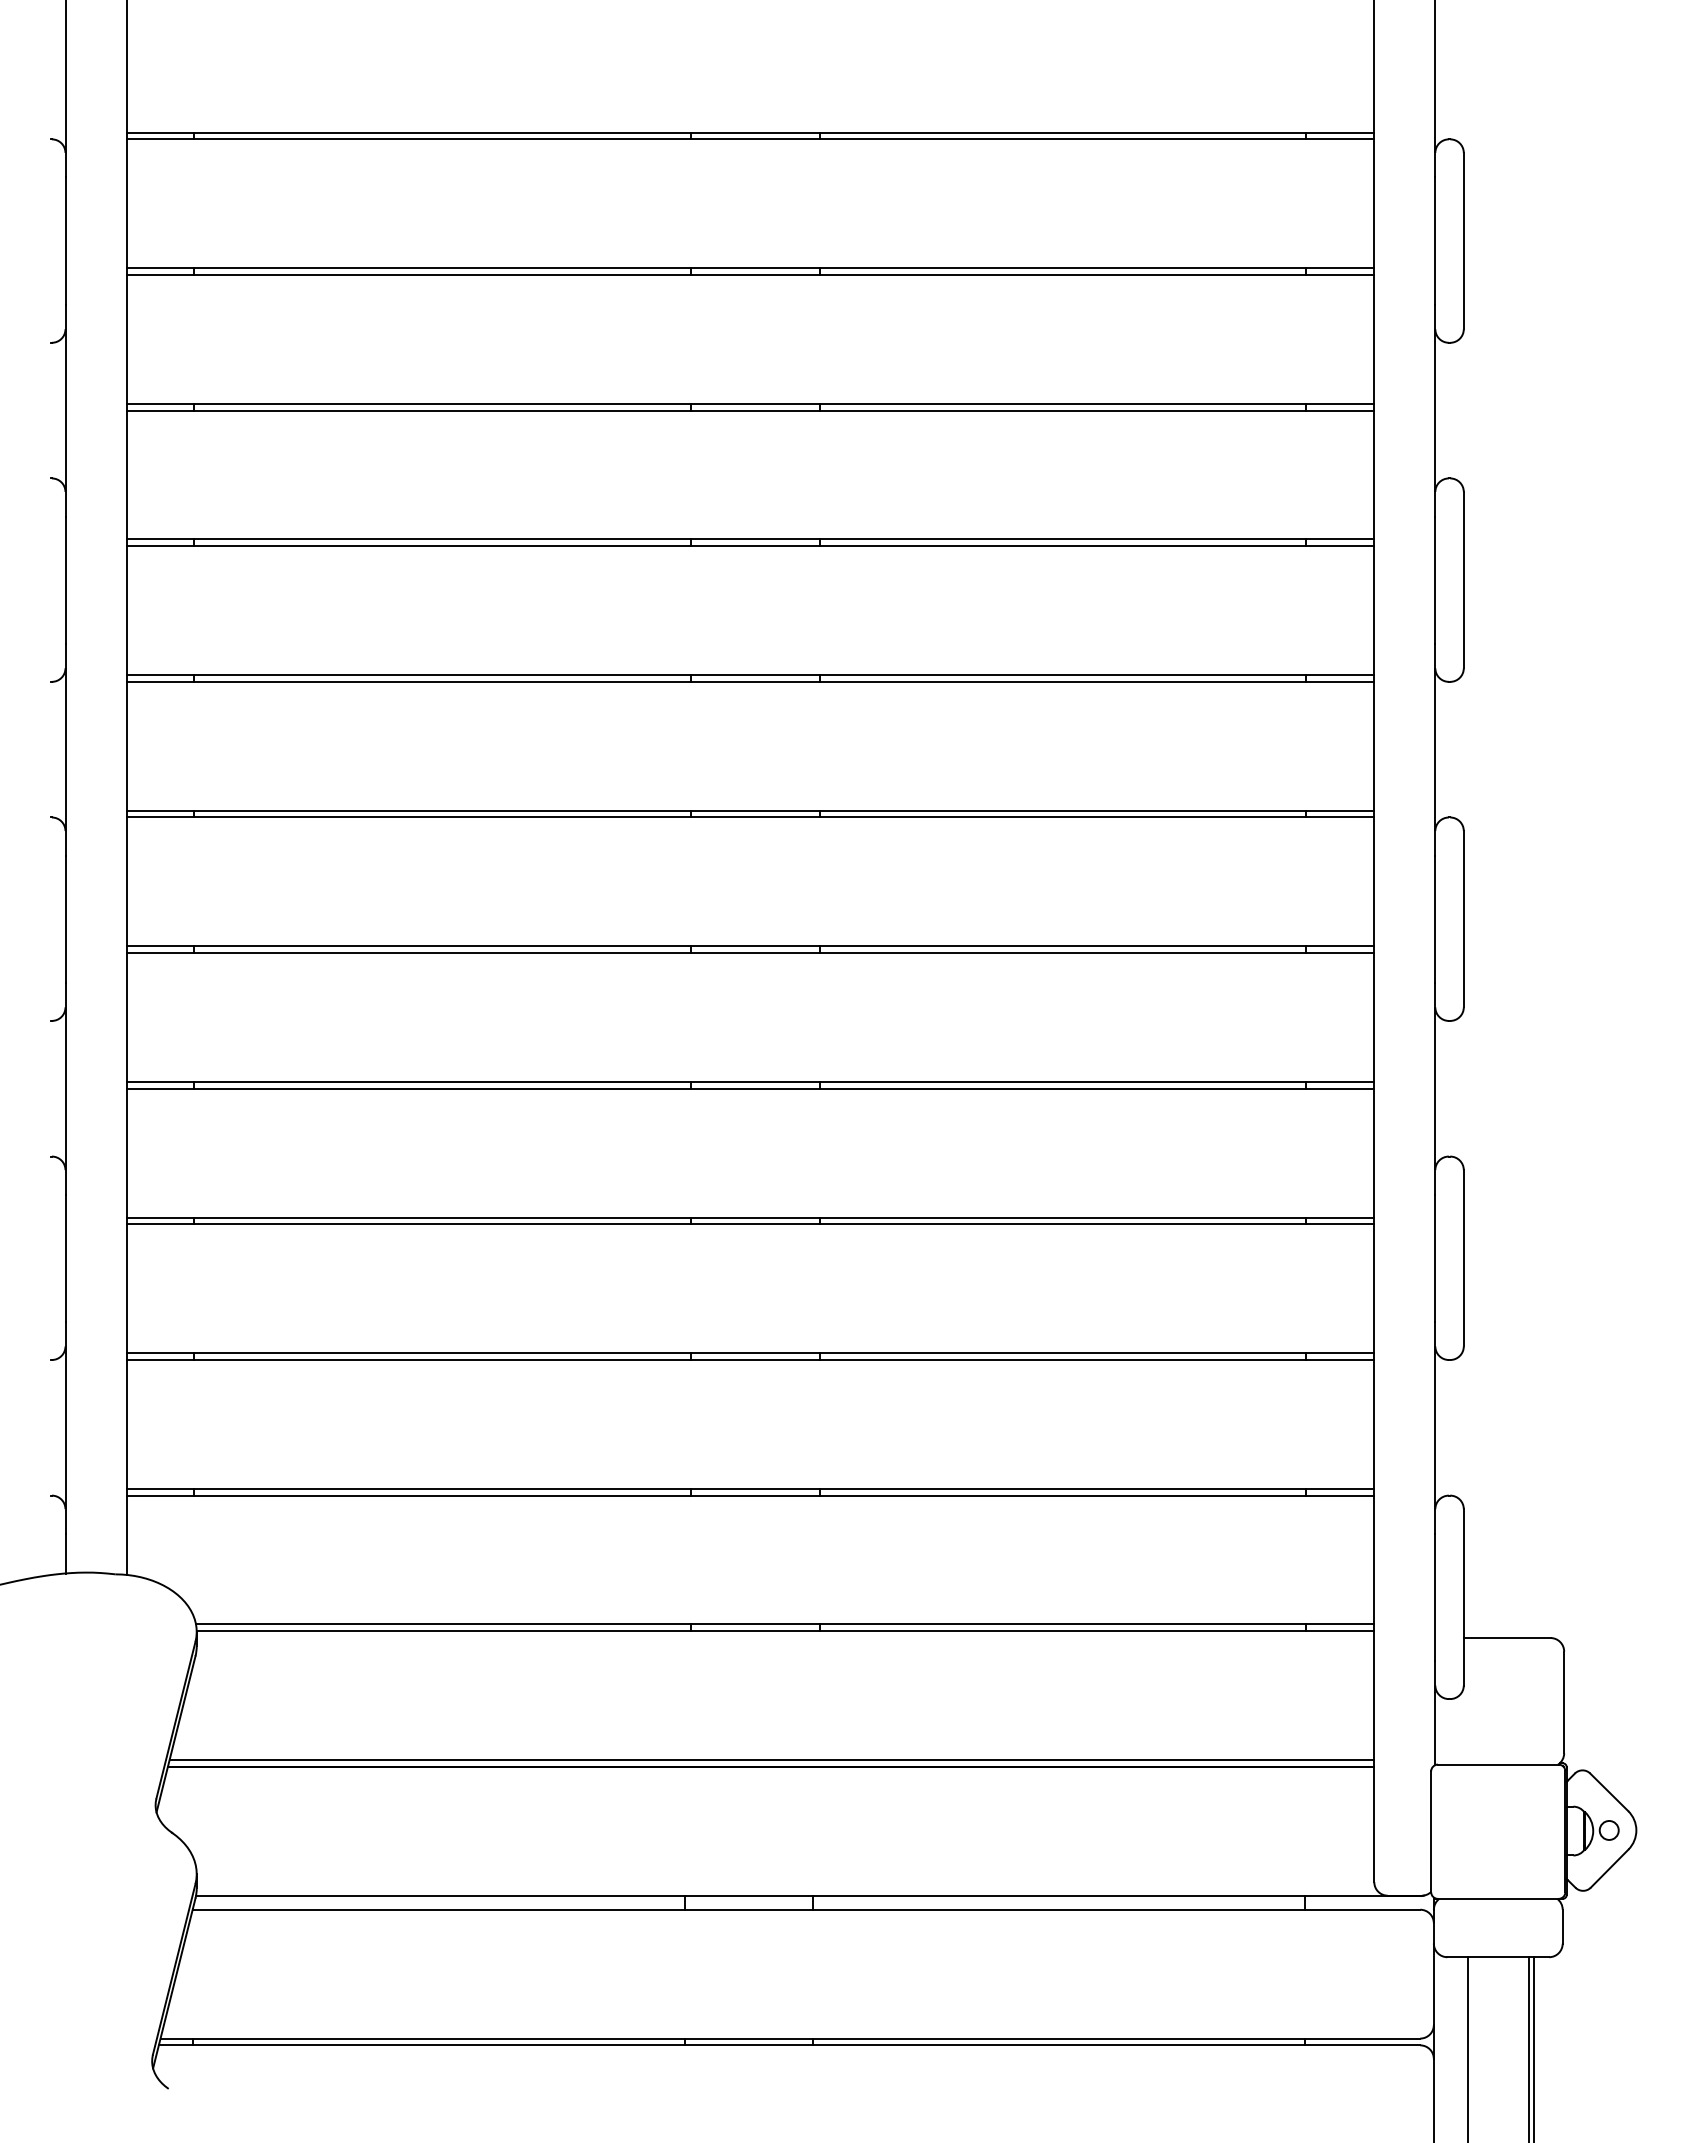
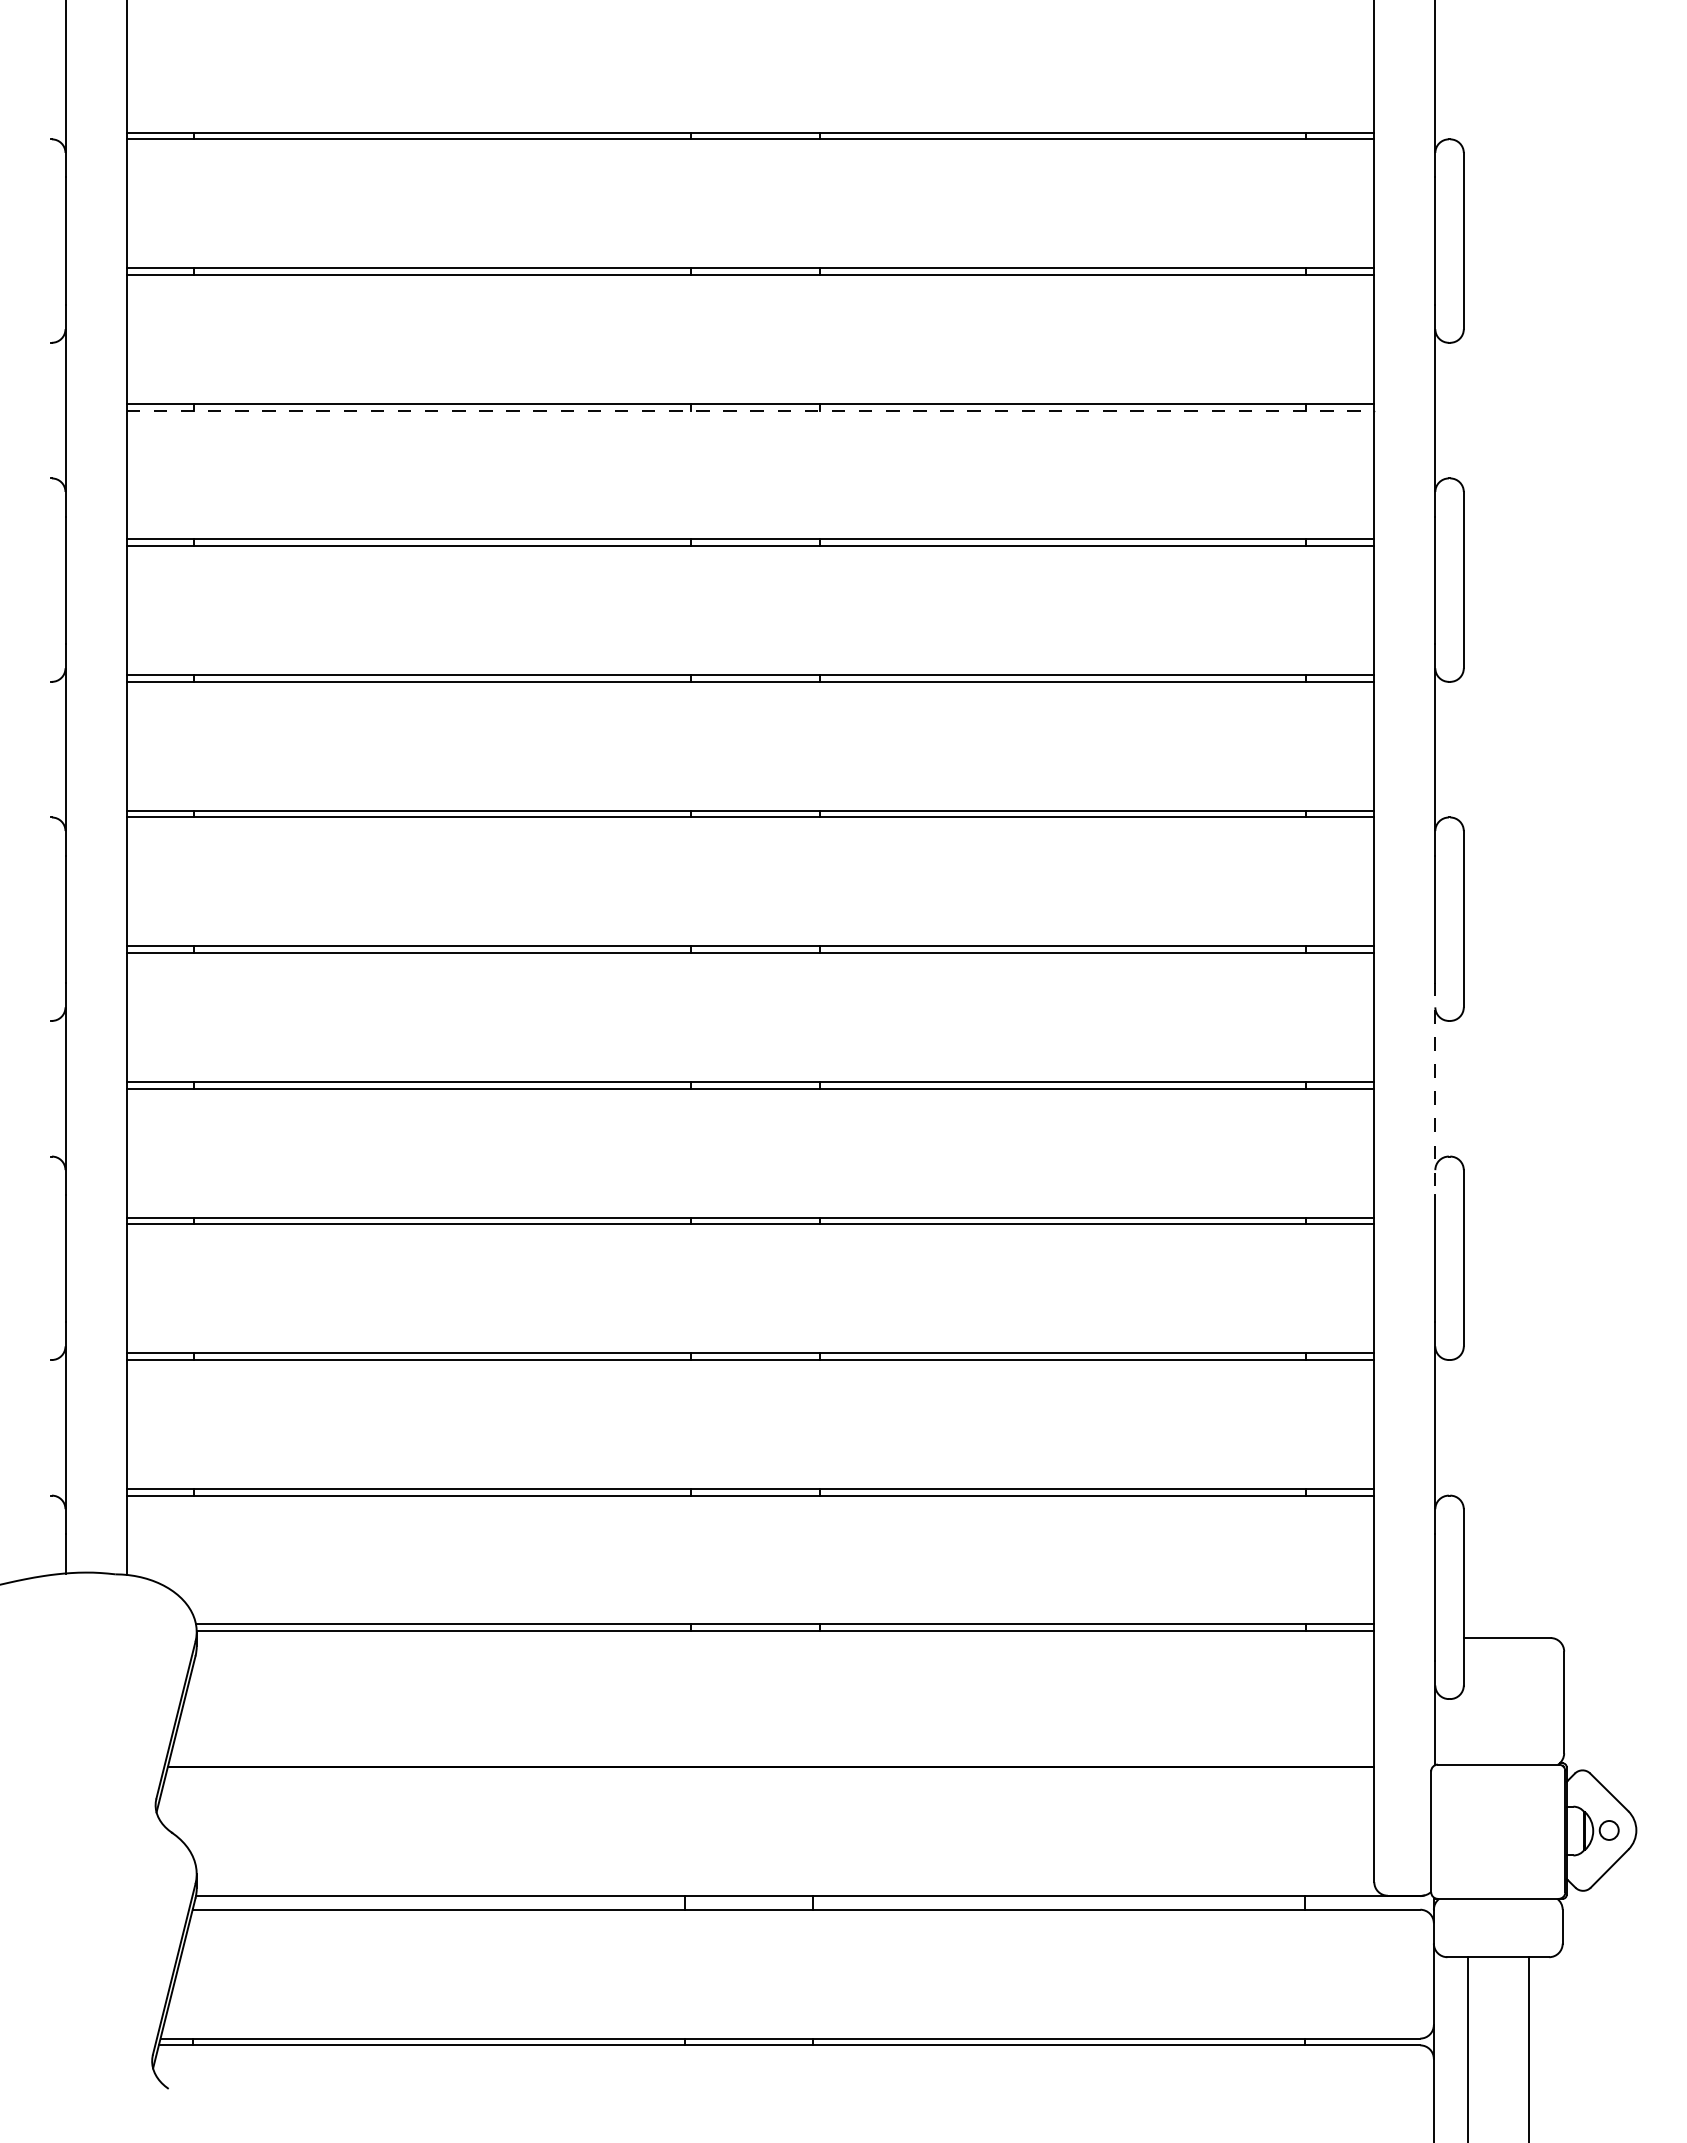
line at (750, 410): solid -> dashed
line at (1435, 1088): solid -> dashed
line at (771, 1760): present -> none
line at (1533, 2048): present -> none
